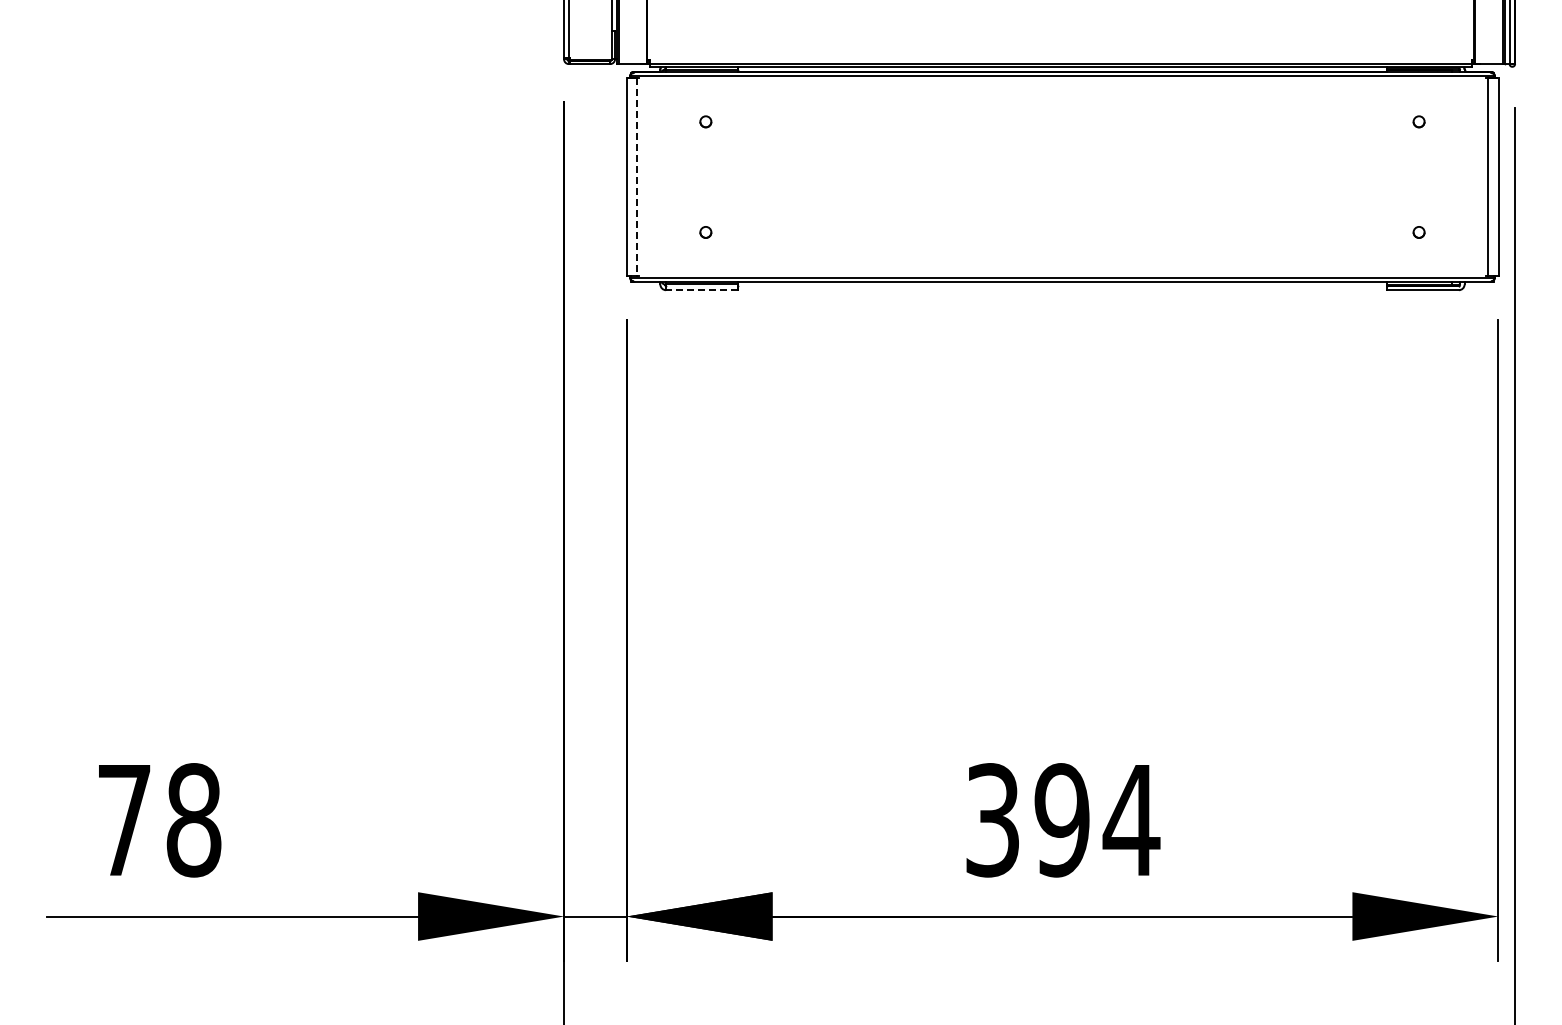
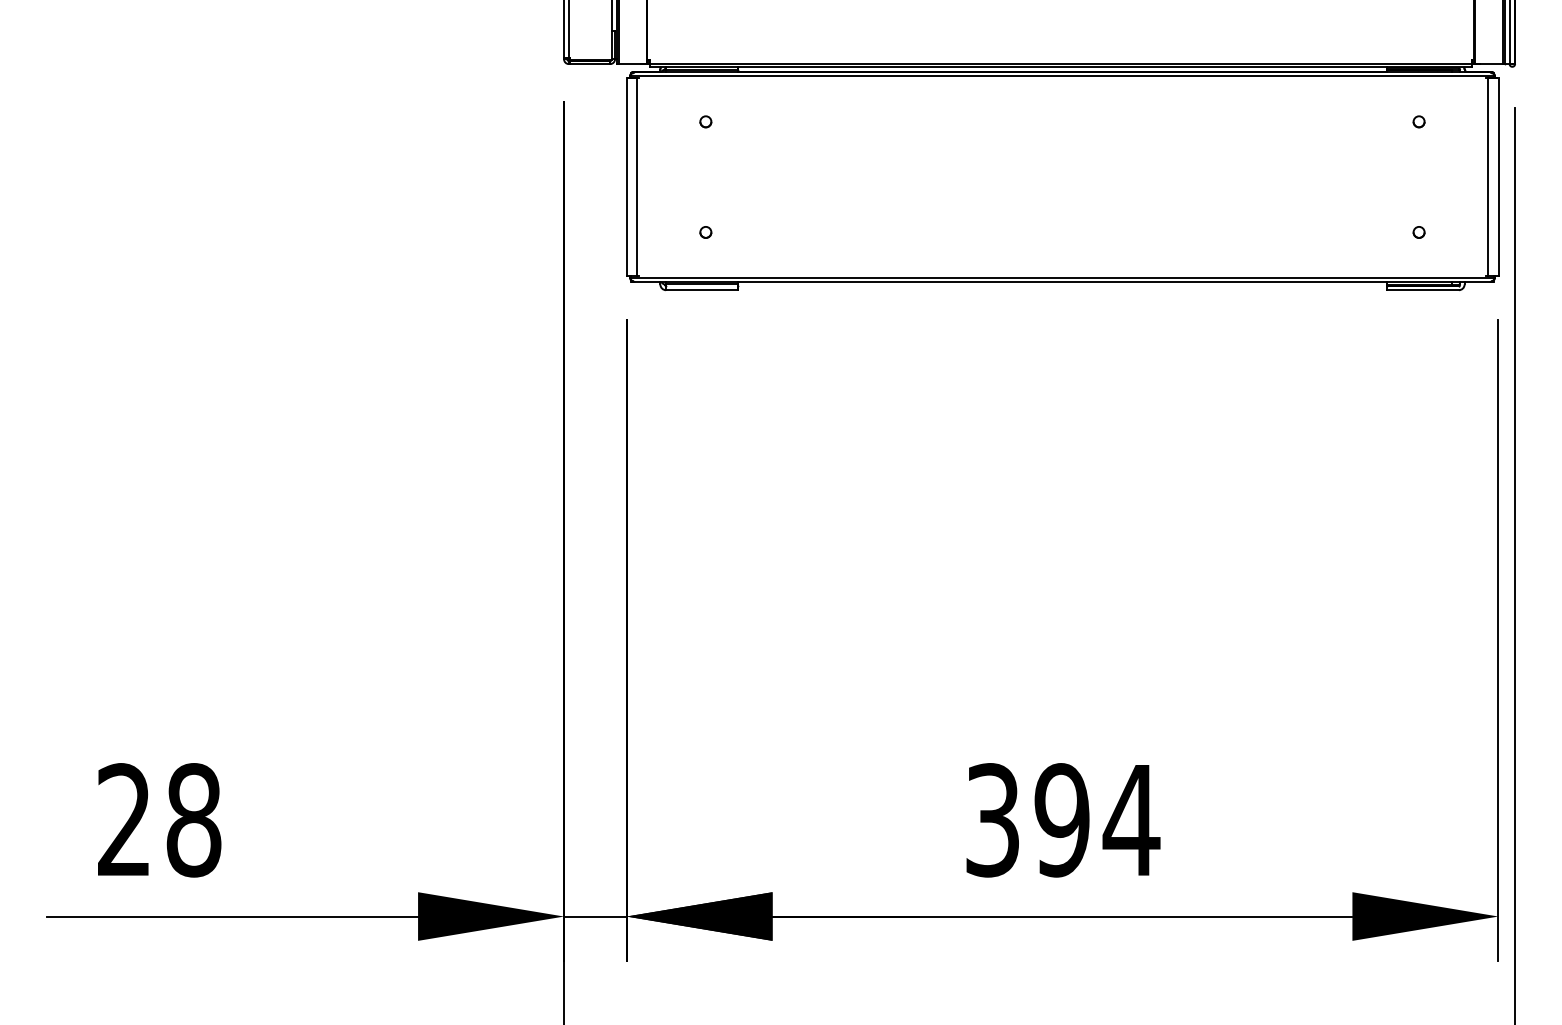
line at (636, 177): dashed -> solid
line at (701, 290): dashed -> solid
text at (124, 819): 78 -> 28
